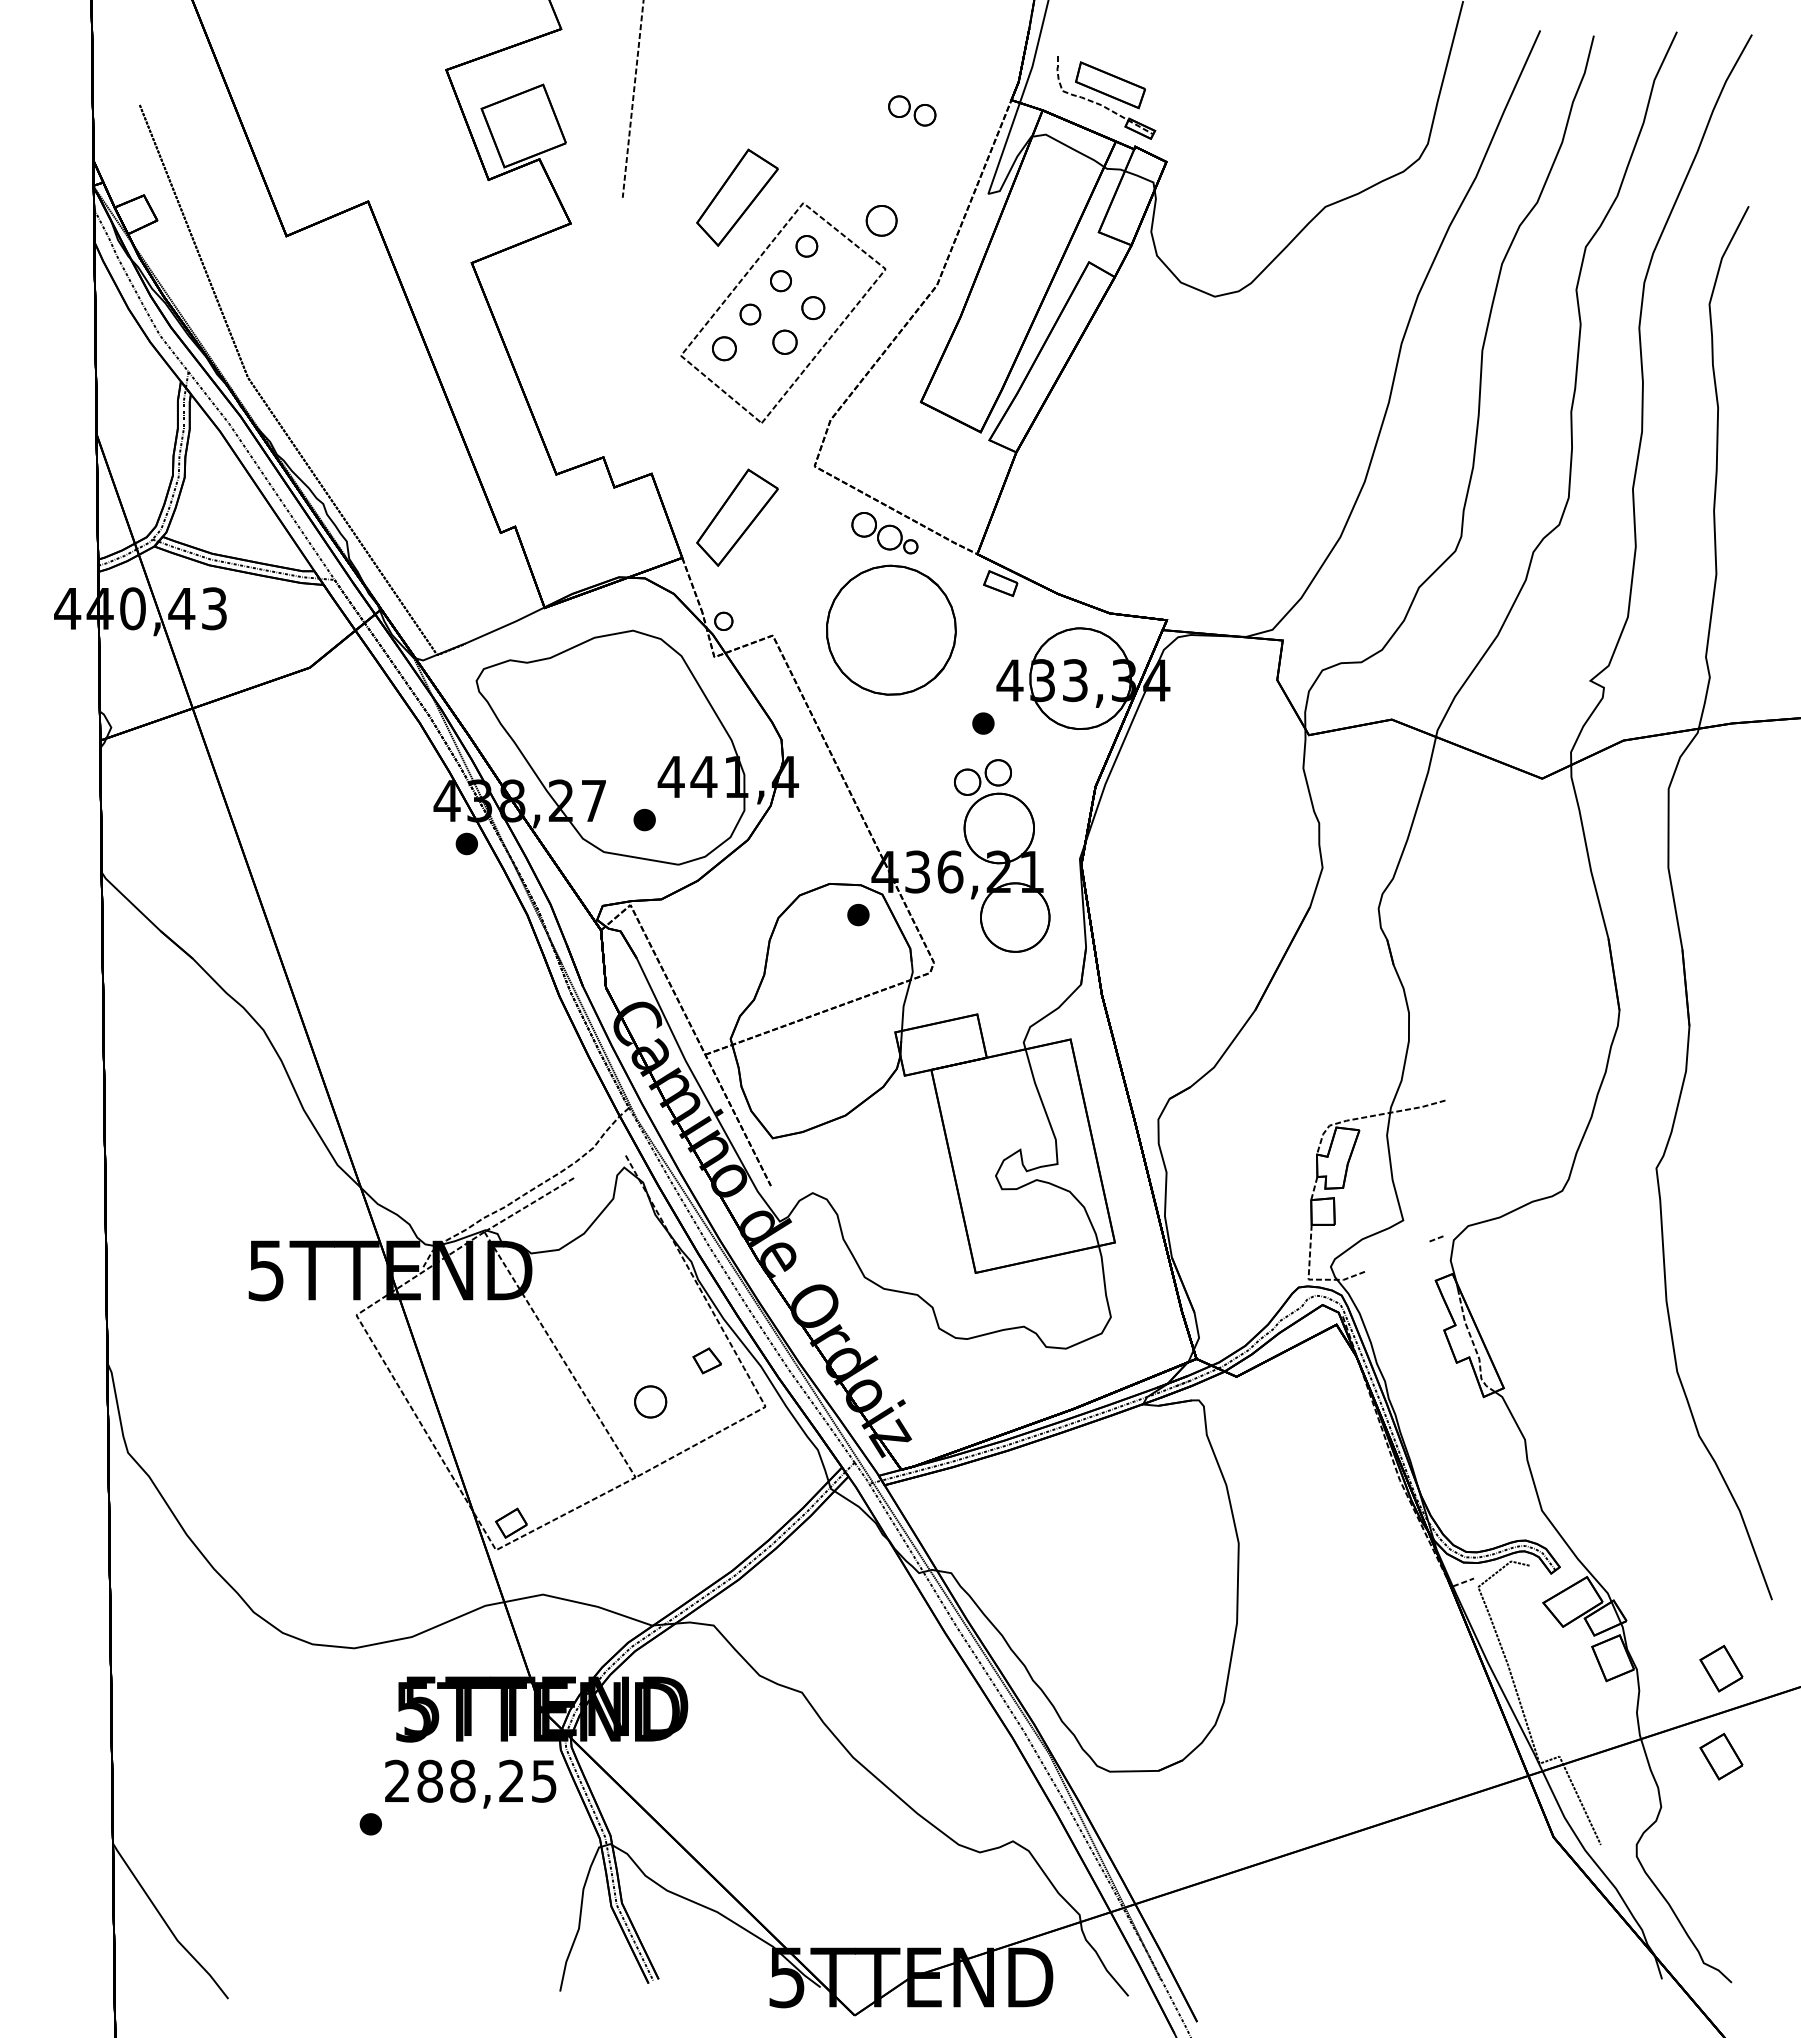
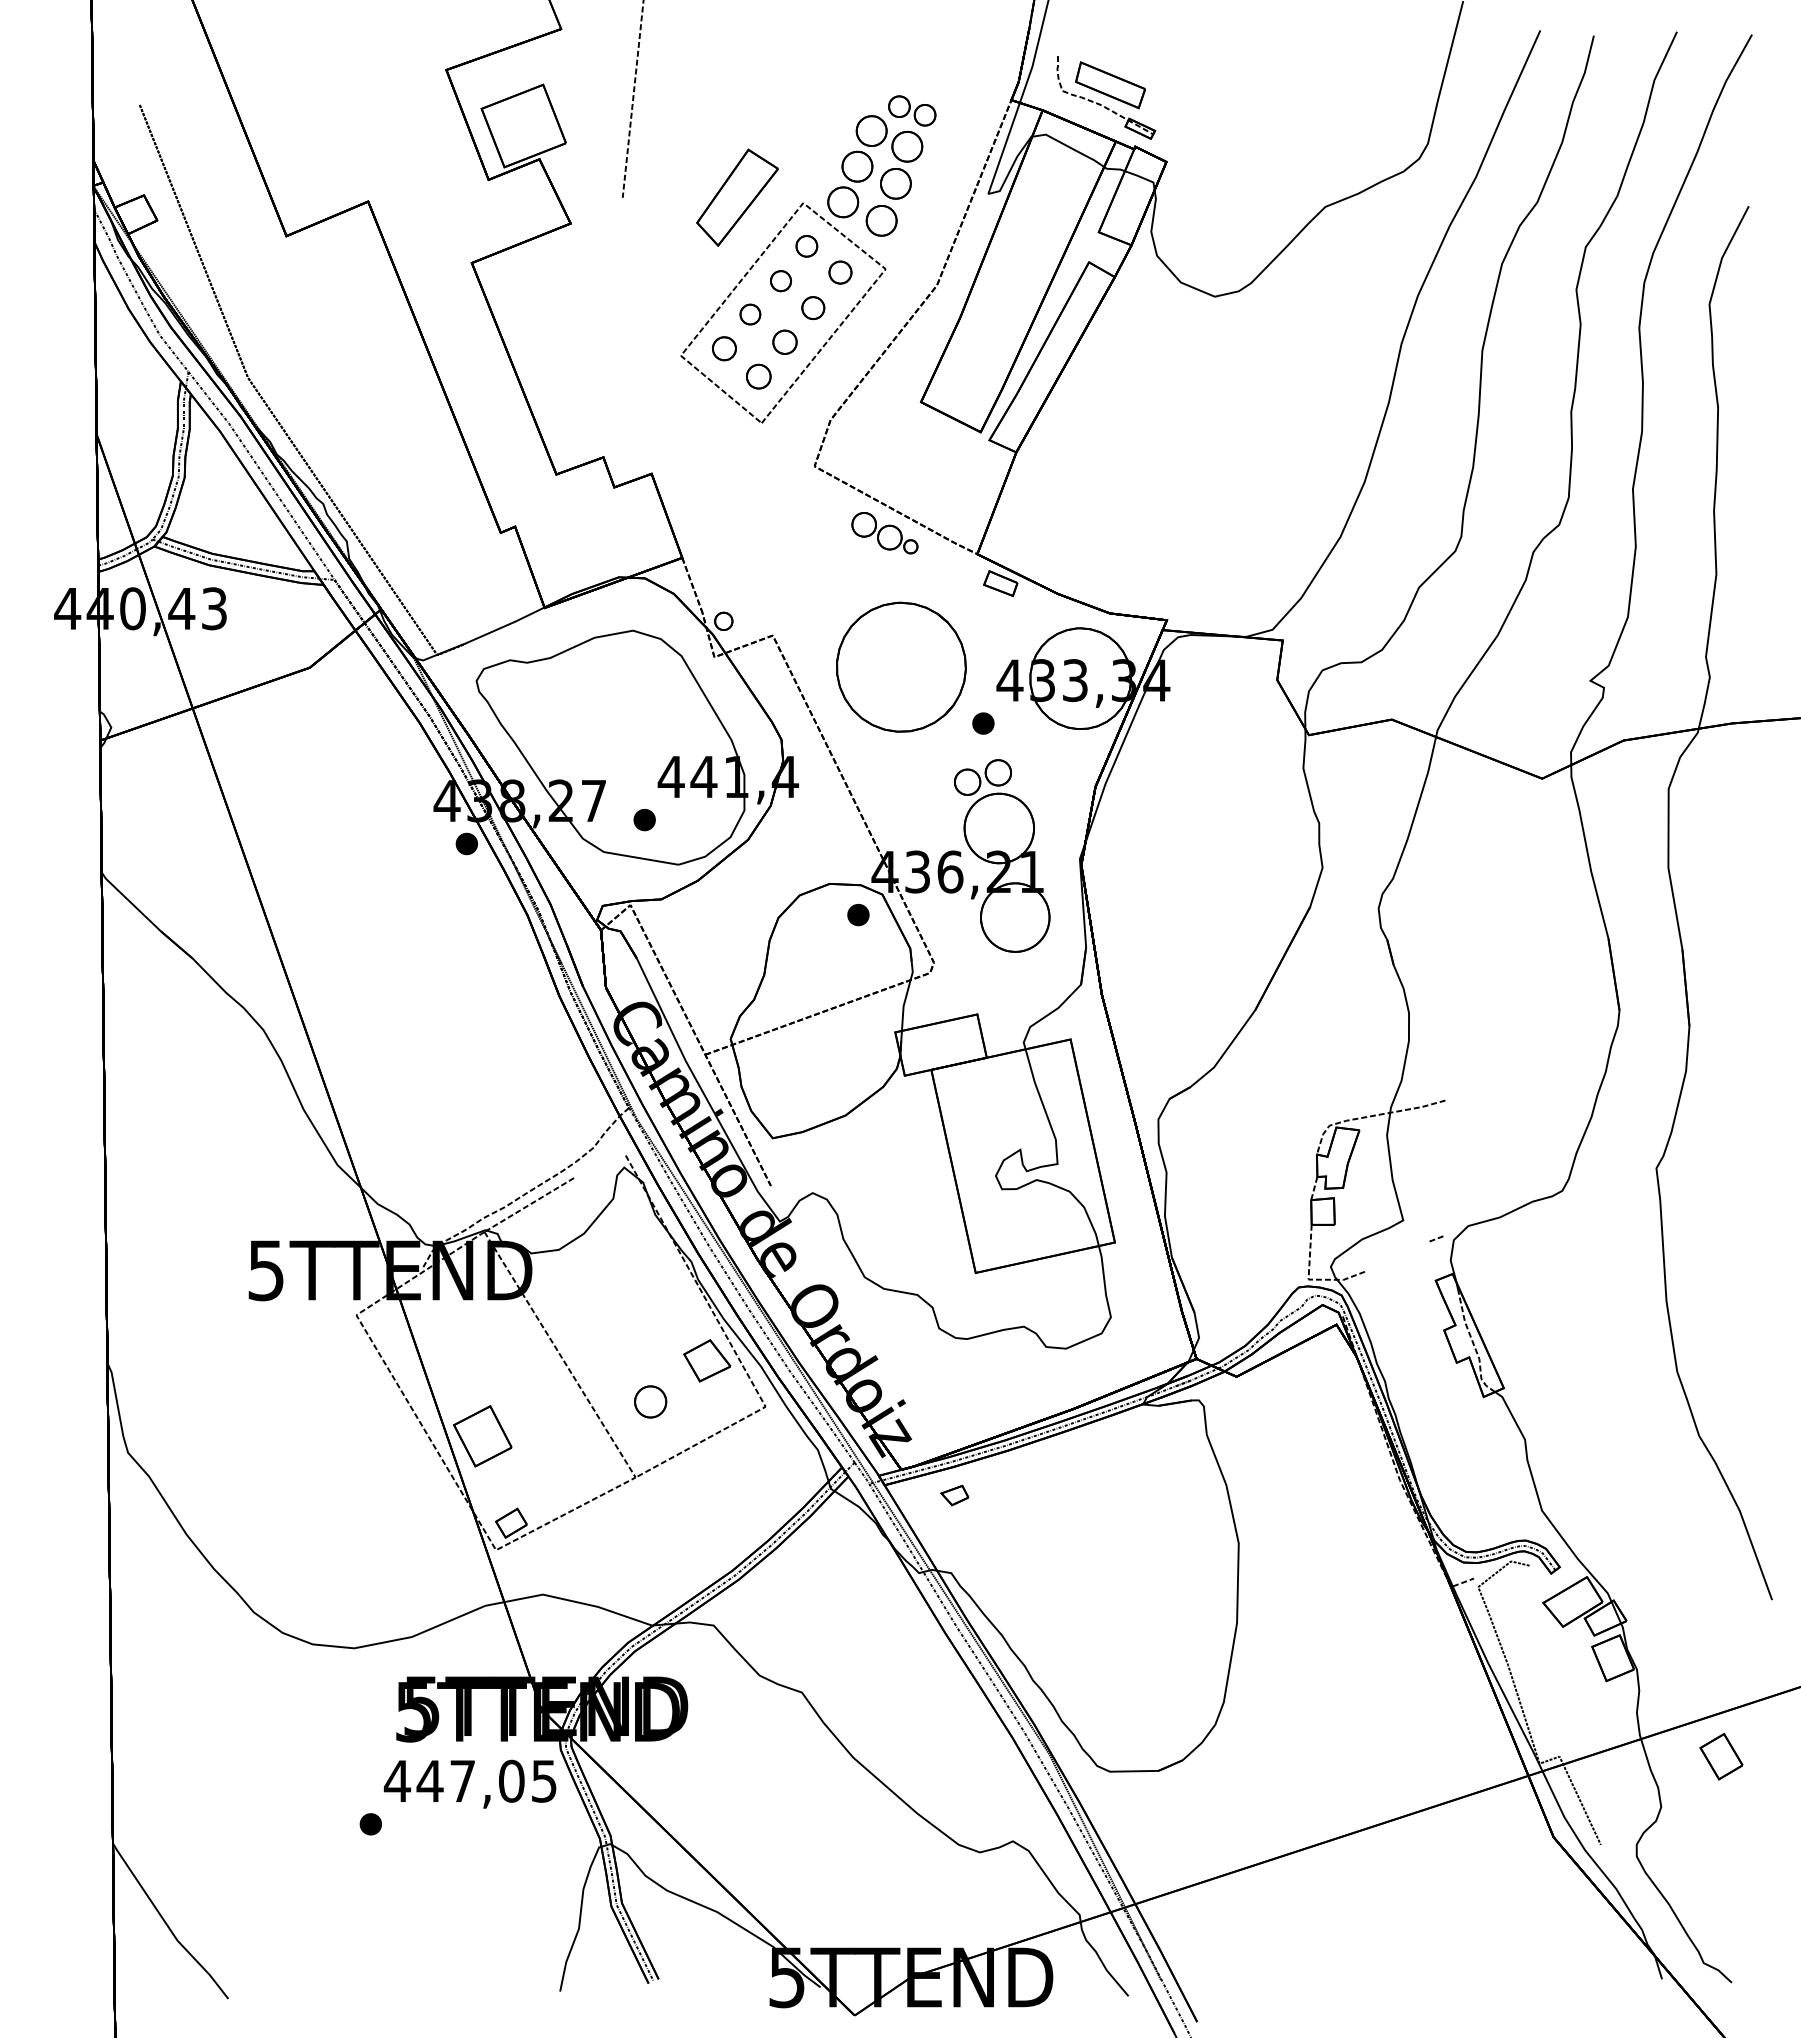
part at (875, 166): none -> present
part at (840, 272): none -> present
part at (758, 376): none -> present
part at (737, 517): present -> none
part at (891, 629) position: (891, 629) -> (901, 666)
part at (706, 1360) size: 30x28 px -> 49x44 px
part at (482, 1436): none -> present
part at (954, 1495): none -> present
part at (1721, 1668): present -> none
text at (453, 1780): 288,25 -> 447,05
